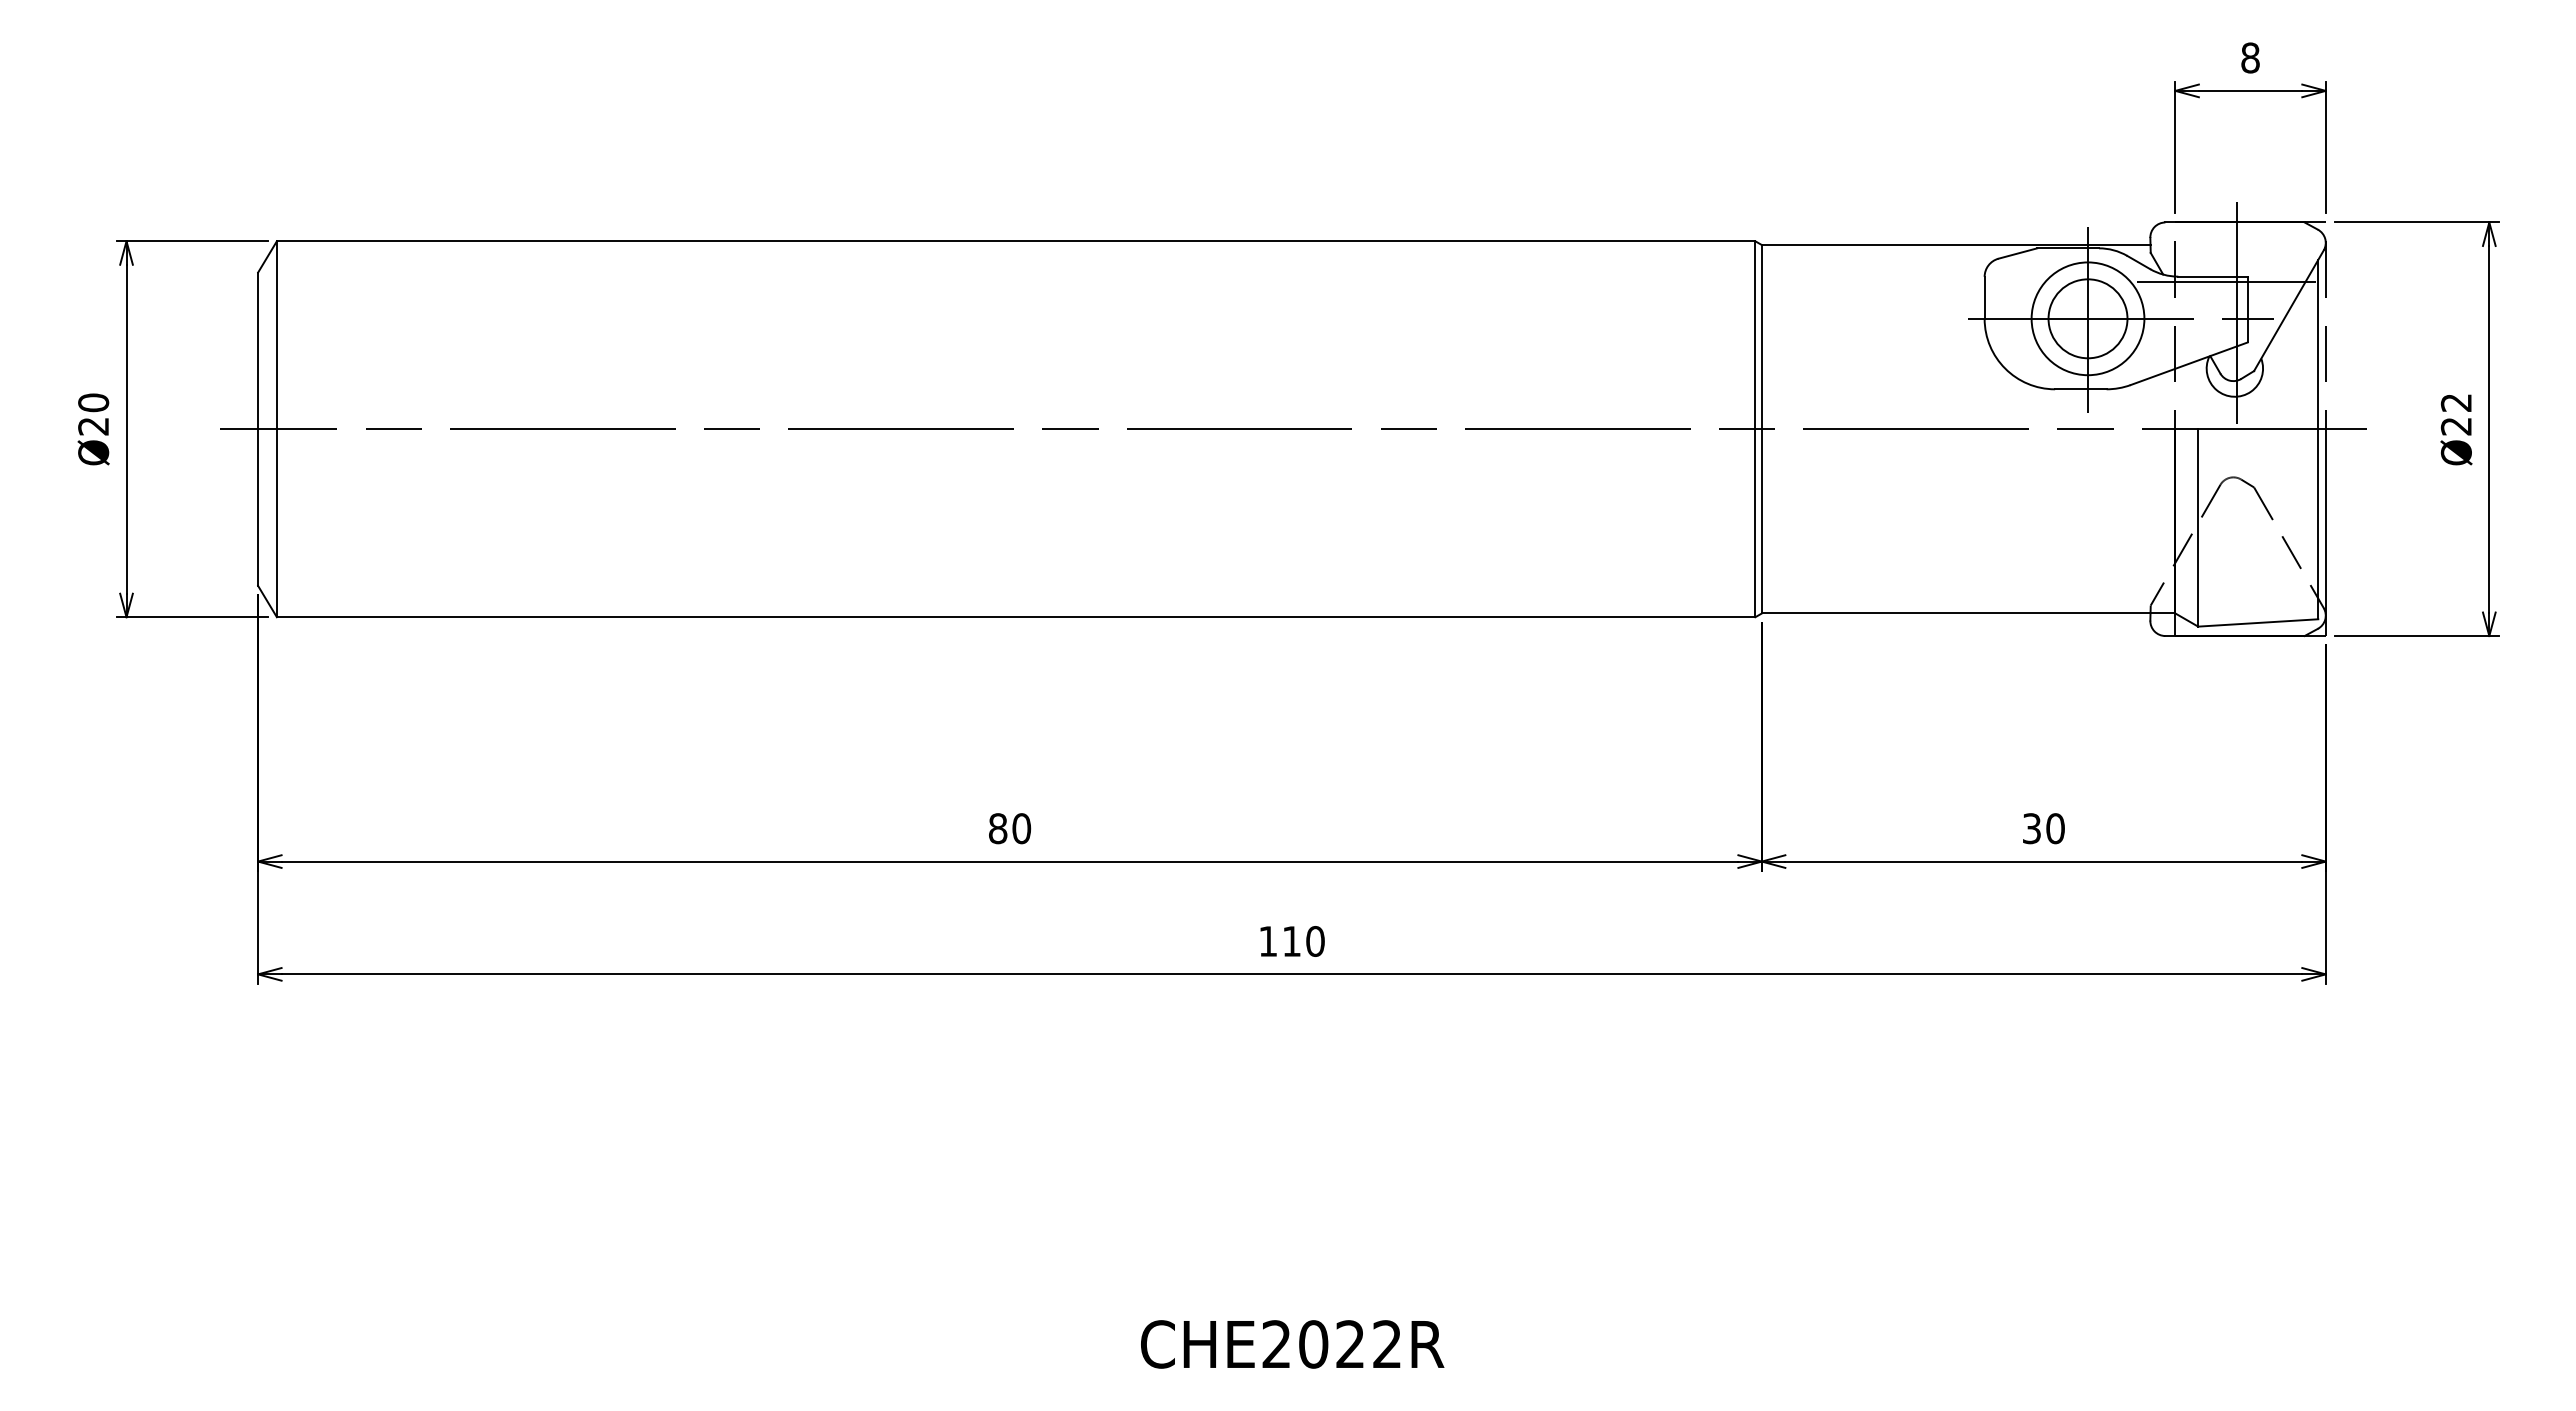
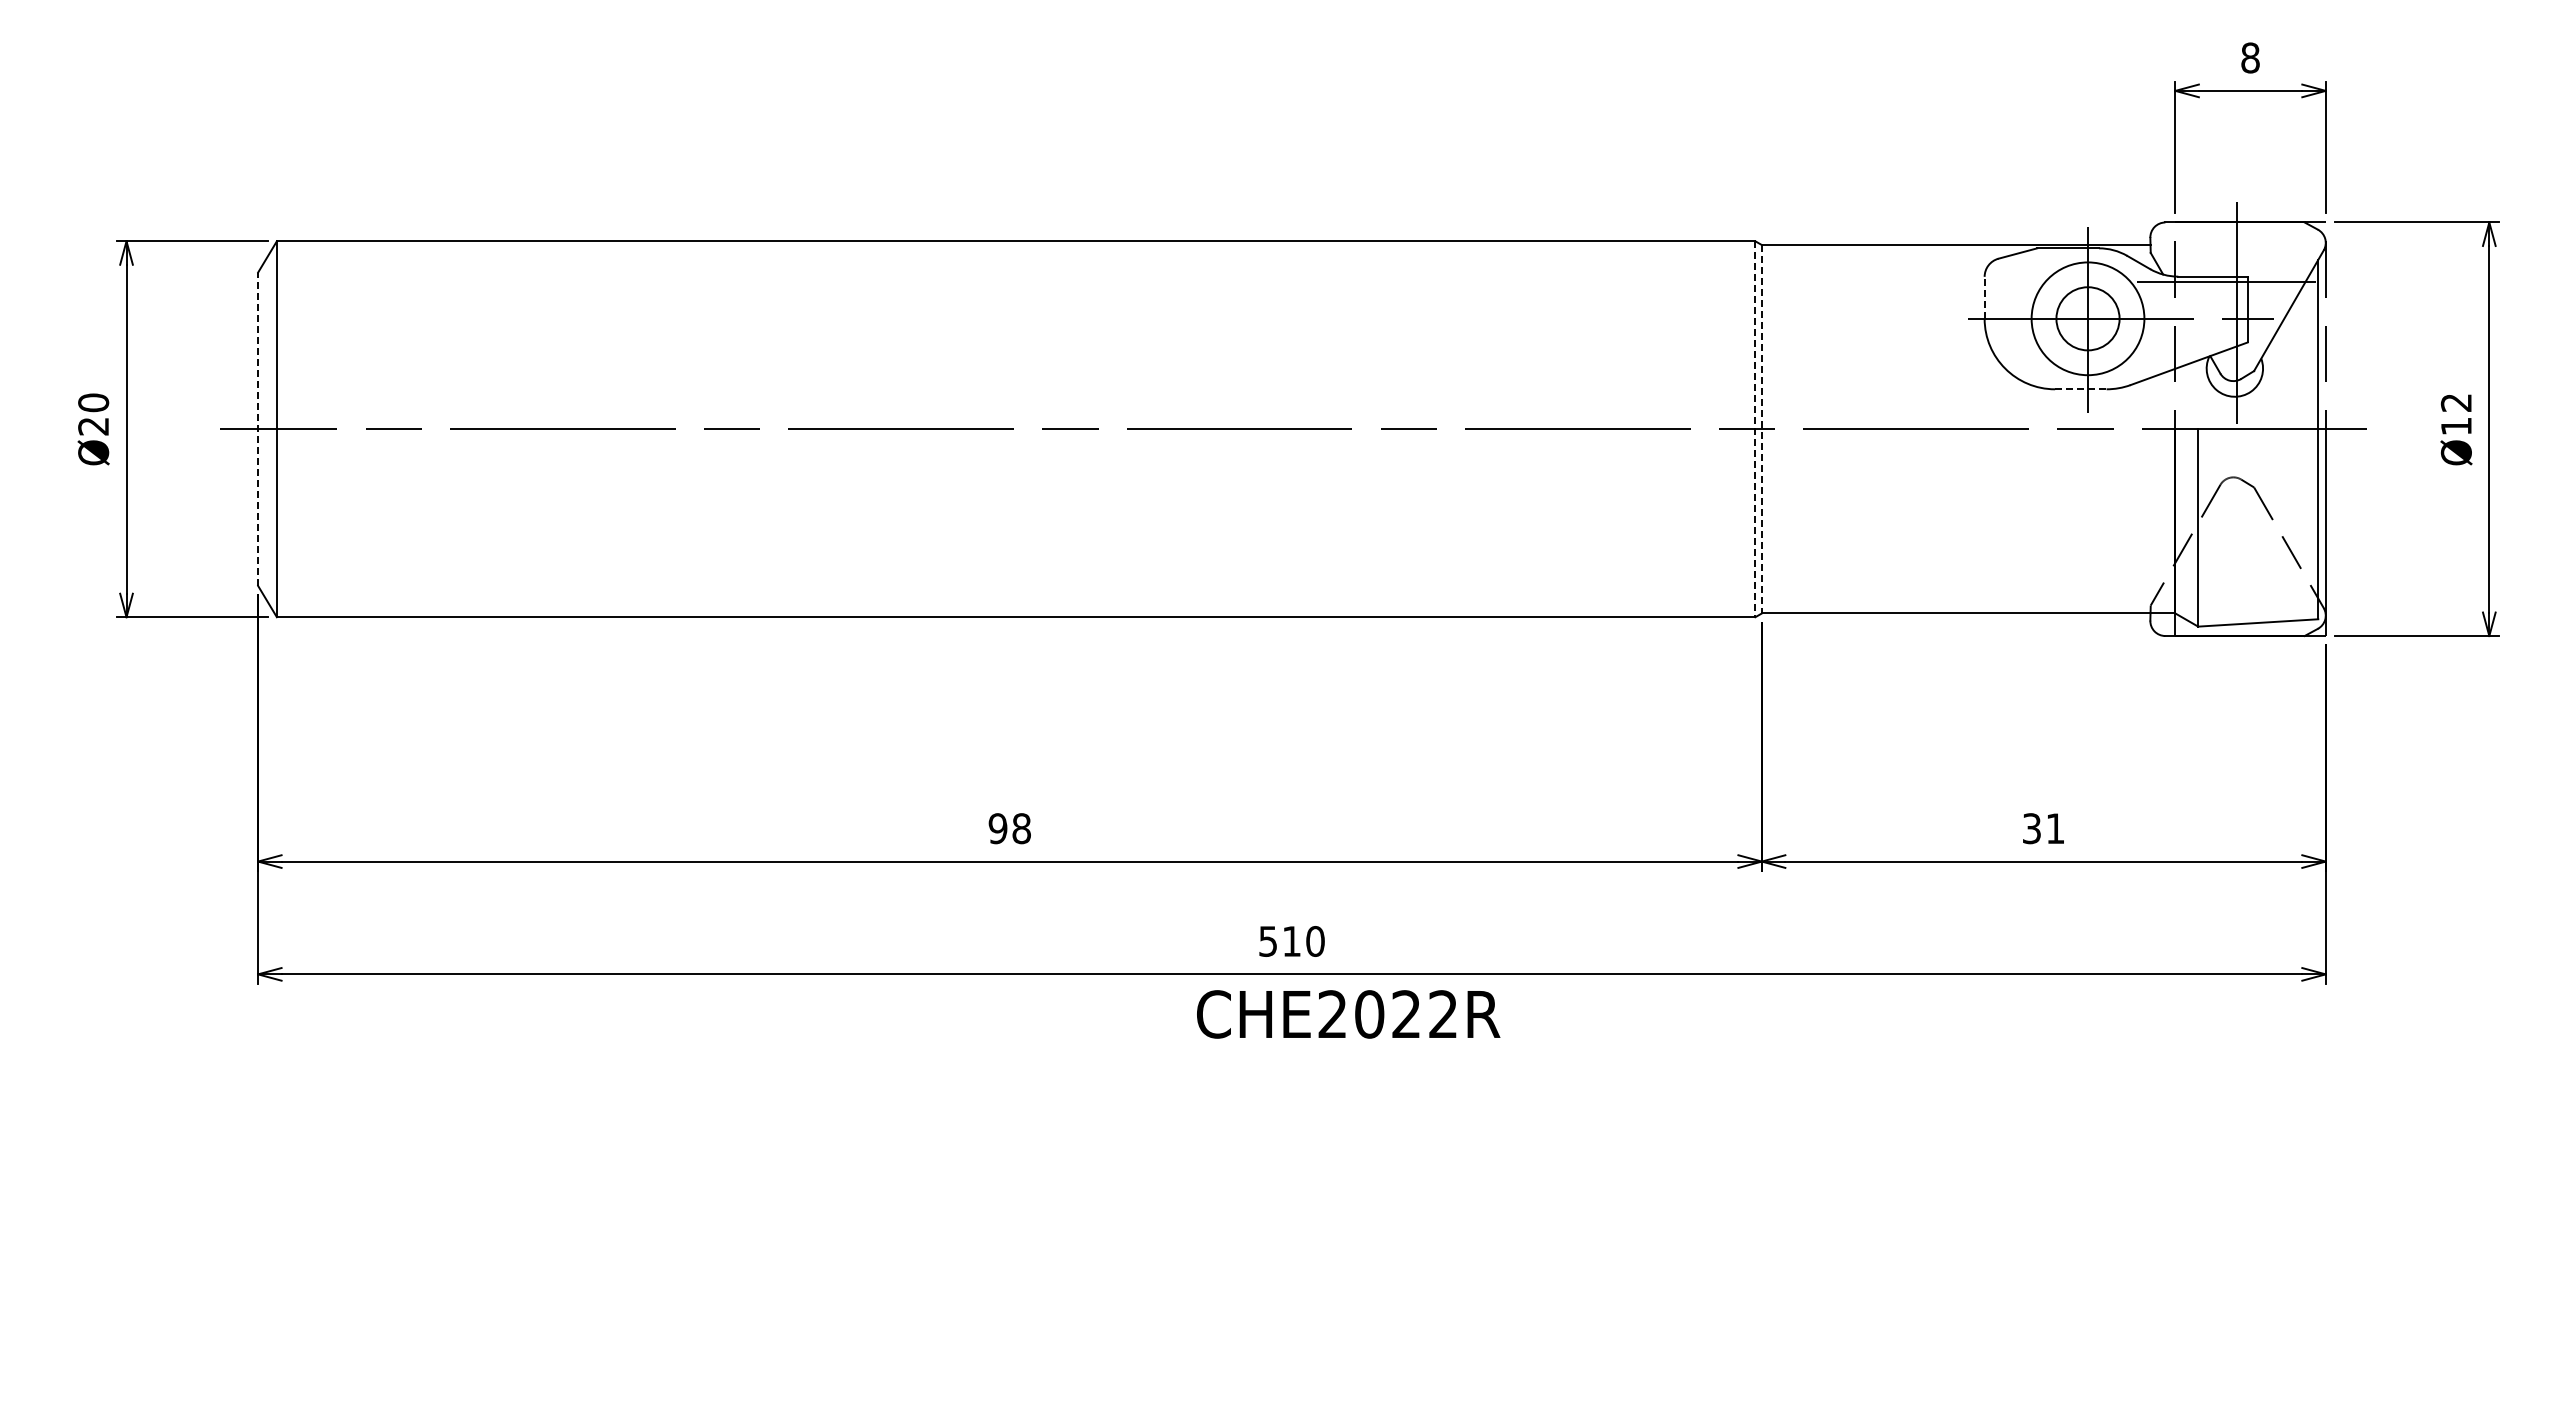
line at (1984, 297): solid -> dashed
circle at (2087, 318) diameter: 79 px -> 63 px
line at (2080, 389): solid -> dashed
text at (2455, 426): Ø22 -> Ø12
line at (258, 429): solid -> dashed
line at (1755, 429): solid -> dashed
line at (1761, 429): solid -> dashed
text at (1009, 828): 80 -> 98
text at (2055, 828): 30 -> 31
text at (1267, 941): 110 -> 510
text at (1292, 1344) position: (1292, 1344) -> (1348, 1014)
